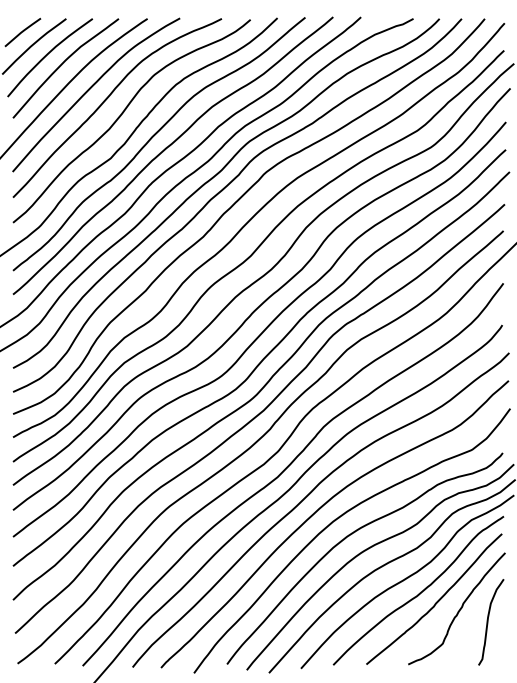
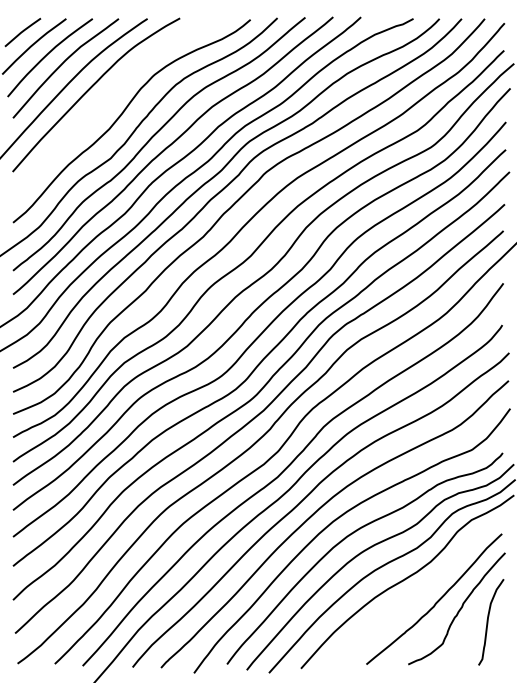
curve at (108, 98): present -> none
curve at (420, 591): present -> none
